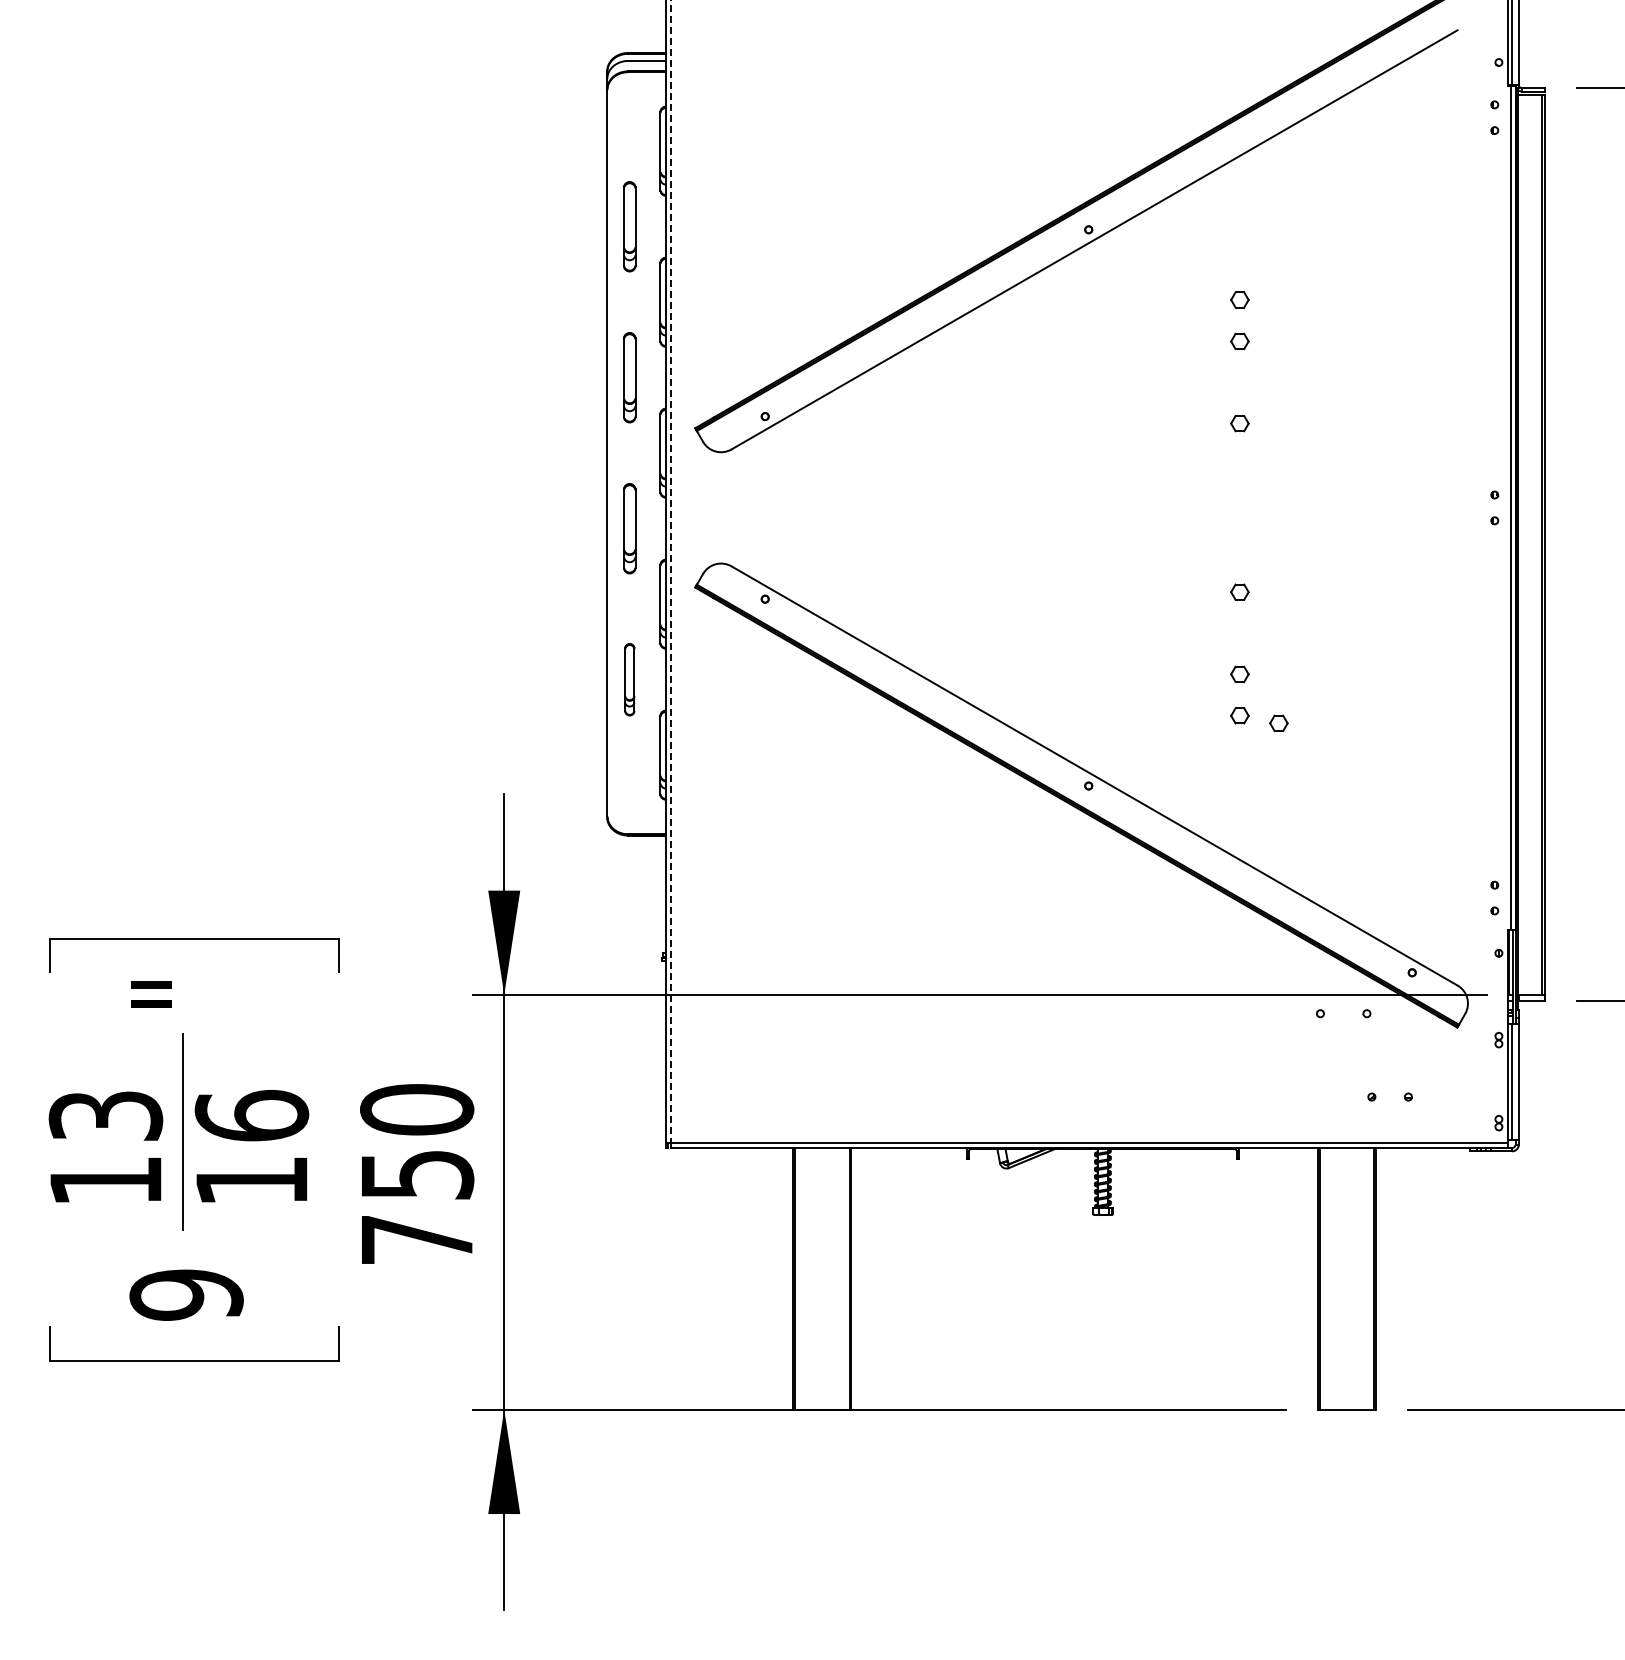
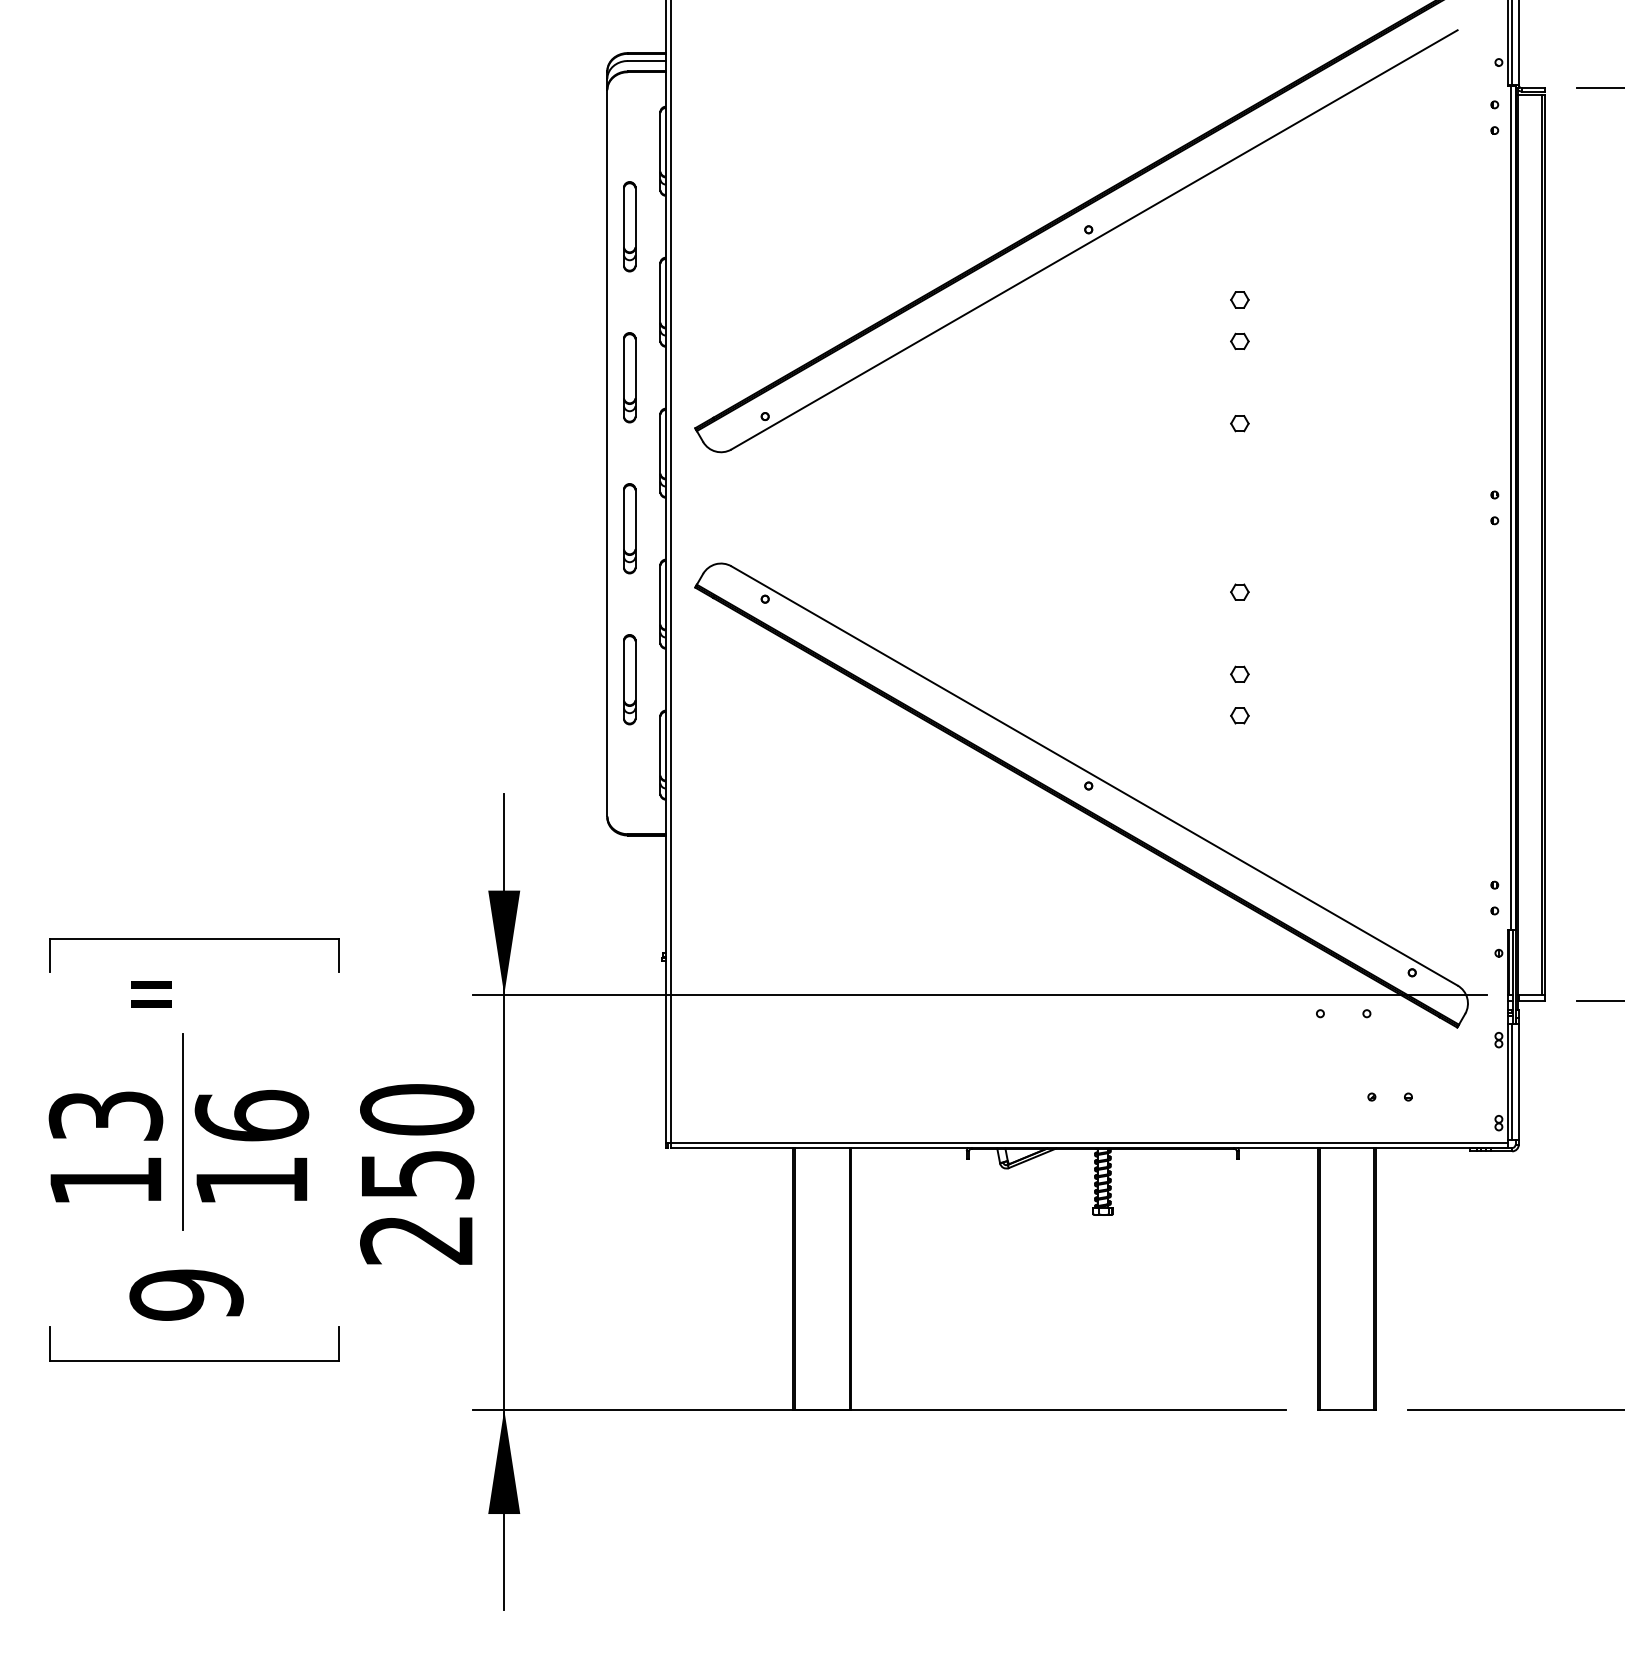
line at (670, 571): dashed -> solid
part at (629, 679) size: 12x74 px -> 14x92 px
part at (1278, 722): present -> none
text at (416, 1240): 750 -> 250
